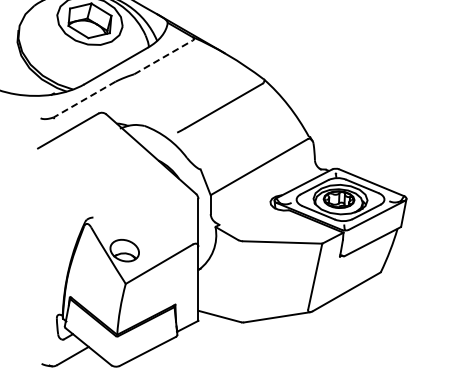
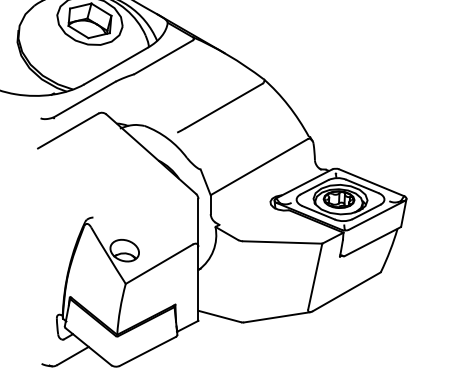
line at (163, 57): dashed -> solid
line at (84, 99): dashed -> solid
